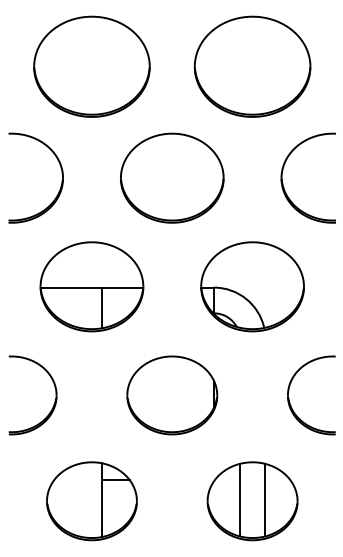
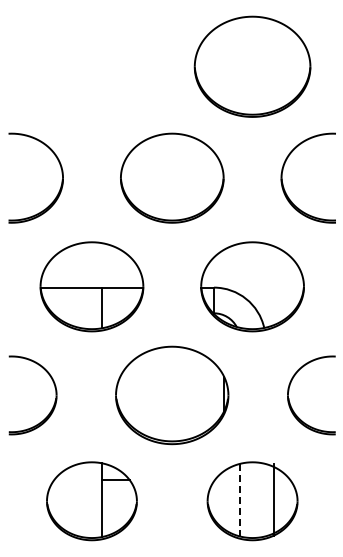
part at (91, 66): present -> none
part at (172, 395) size: 93x81 px -> 115x101 px
line at (265, 499) position: (265, 499) -> (274, 499)
line at (239, 500): solid -> dashed
